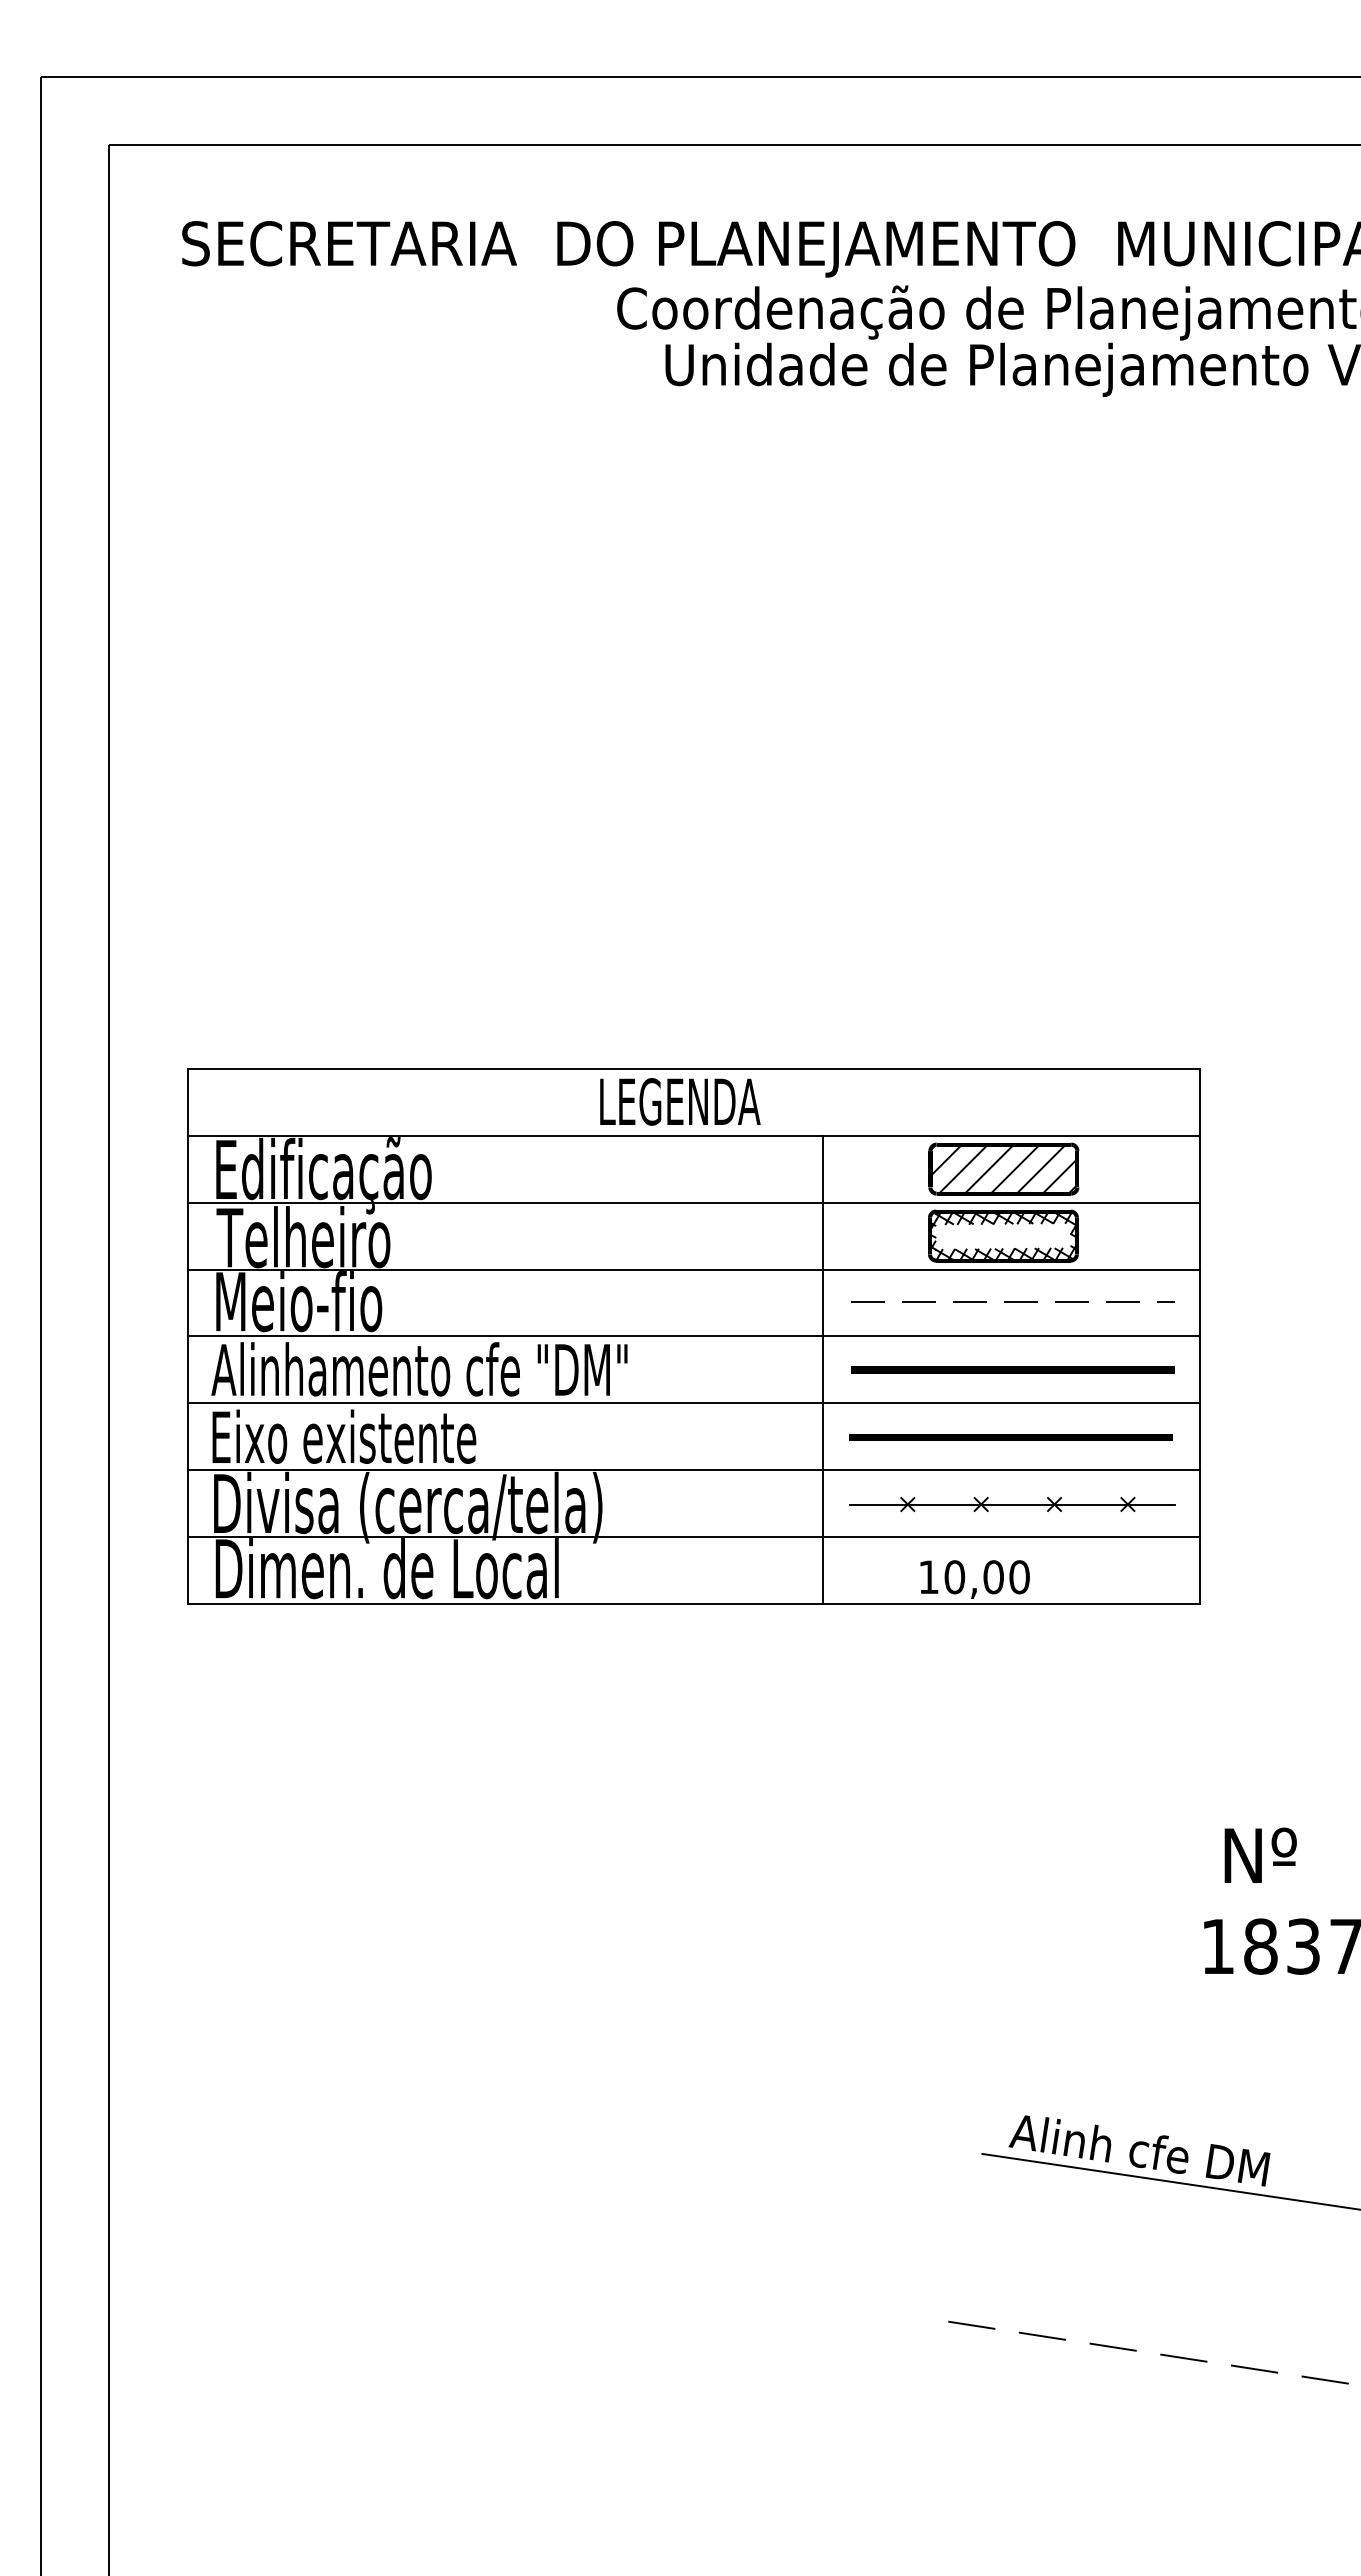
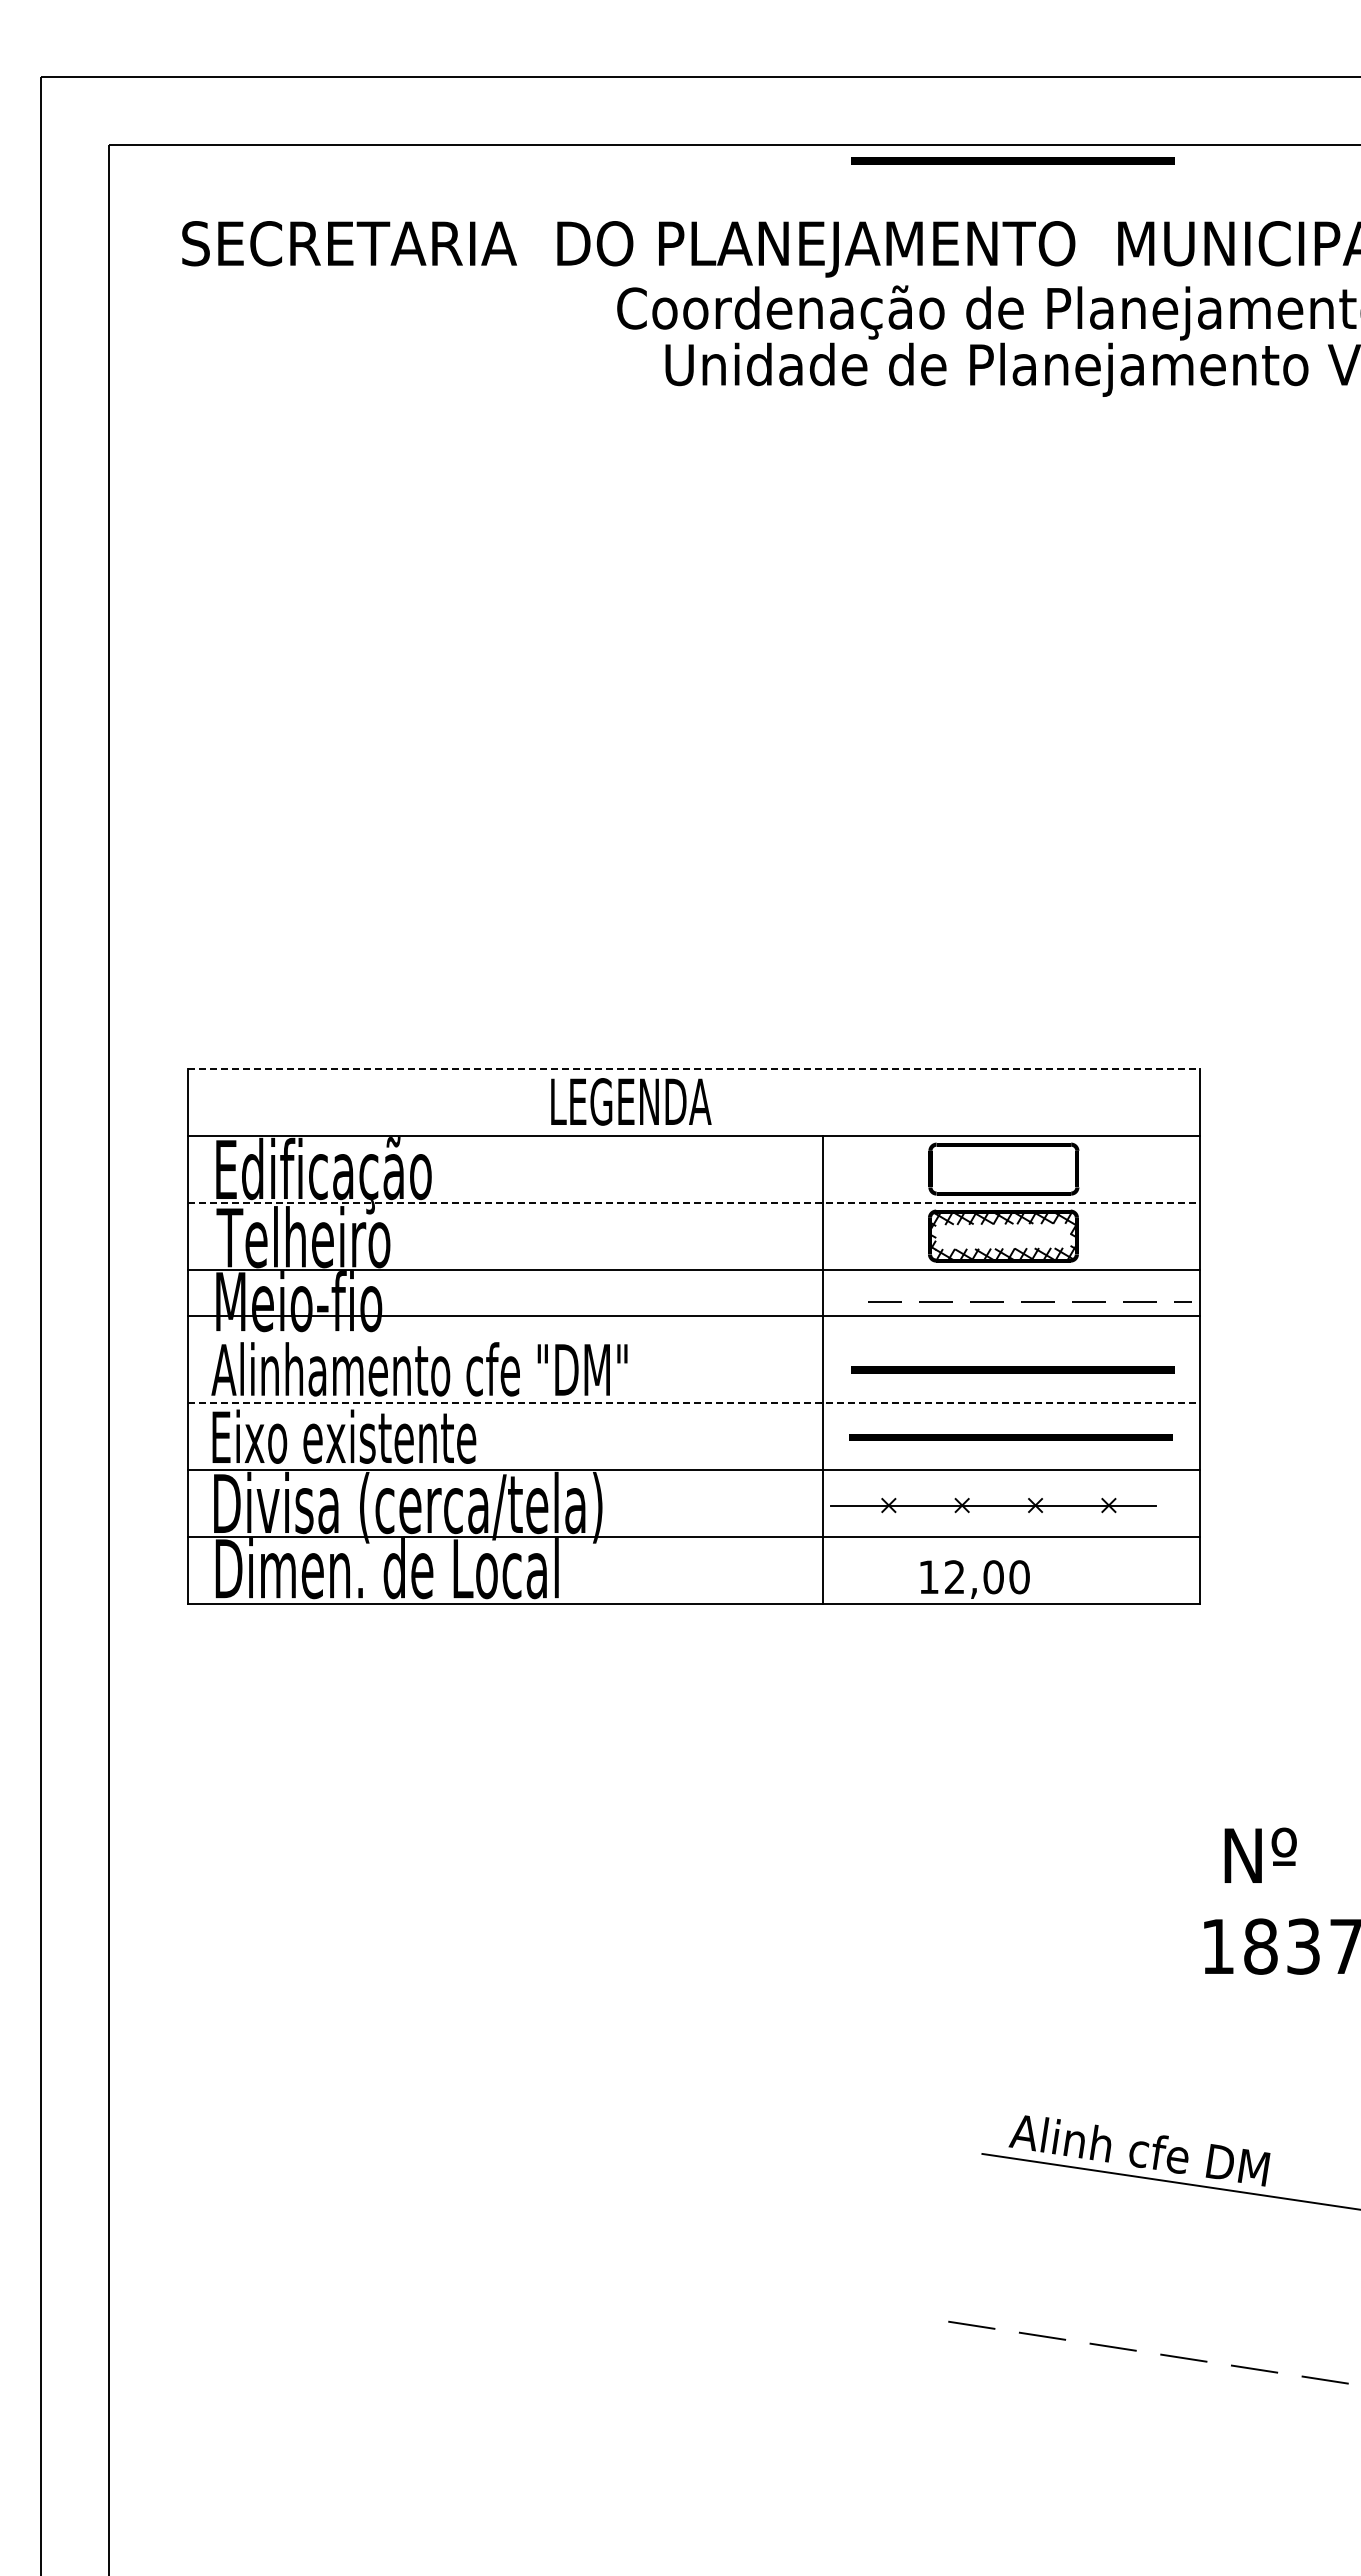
line at (1012, 160): none -> present
line at (694, 1069): solid -> dashed
text at (680, 1101) position: (680, 1101) -> (631, 1101)
hatch at (1003, 1168): present -> none
line at (694, 1202): solid -> dashed
line at (1012, 1301) position: (1012, 1301) -> (1029, 1301)
line at (693, 1336) position: (693, 1336) -> (693, 1316)
line at (694, 1403): solid -> dashed
part at (1012, 1504) position: (1012, 1504) -> (993, 1505)
text at (954, 1577): 10,00 -> 12,00
